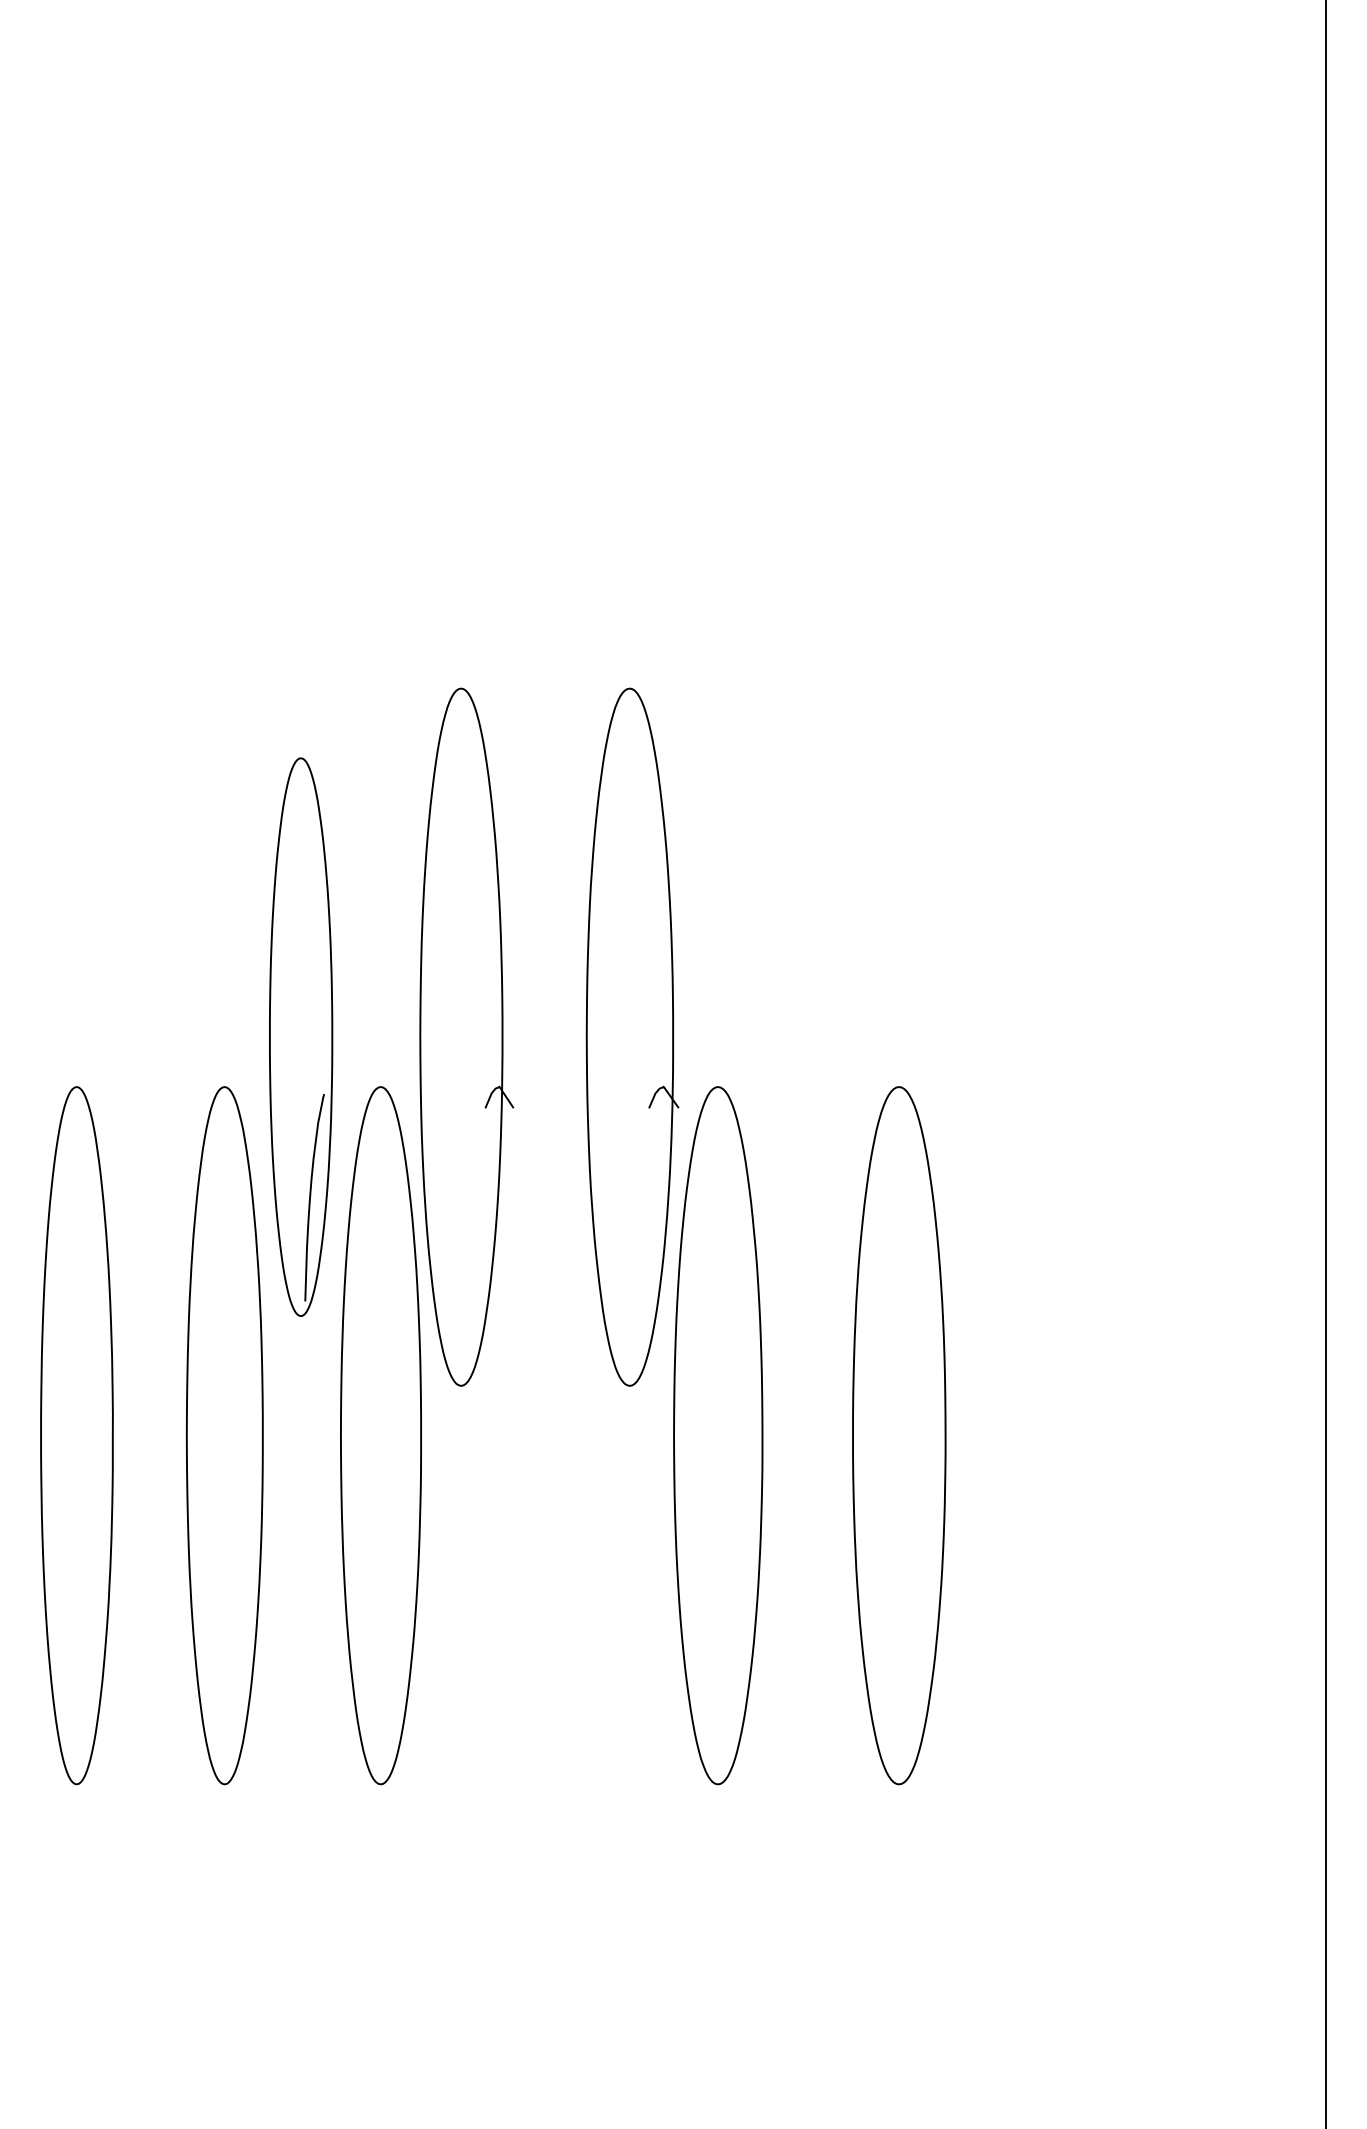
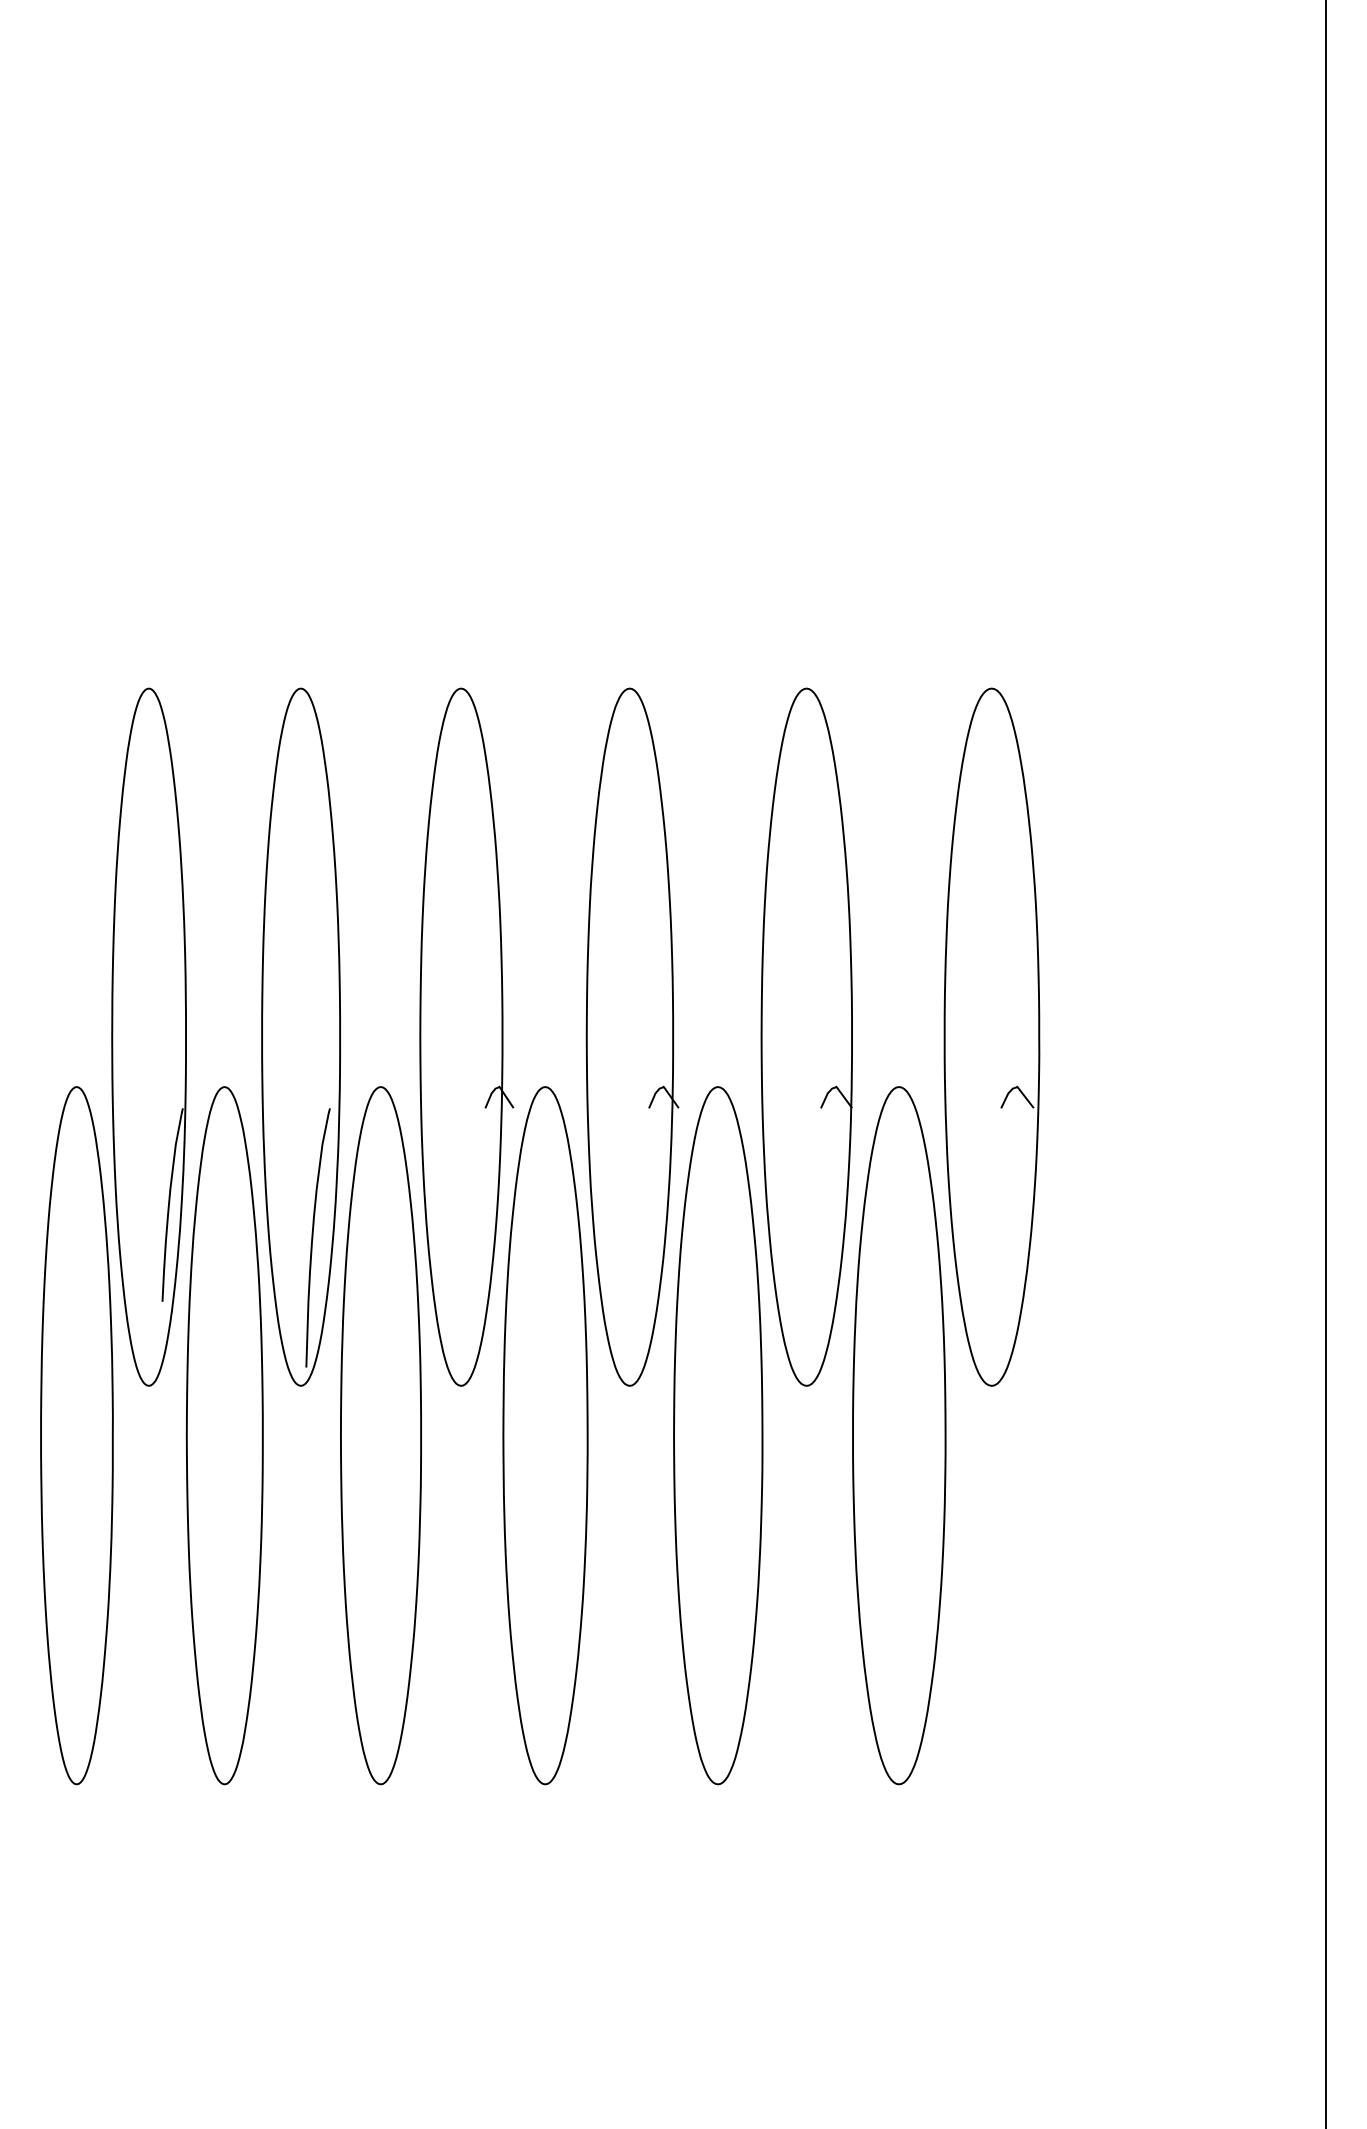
part at (148, 1036): none -> present
part at (301, 1036) size: 65x560 px -> 80x700 px
part at (806, 1036): none -> present
part at (991, 1036): none -> present
part at (545, 1435): none -> present
